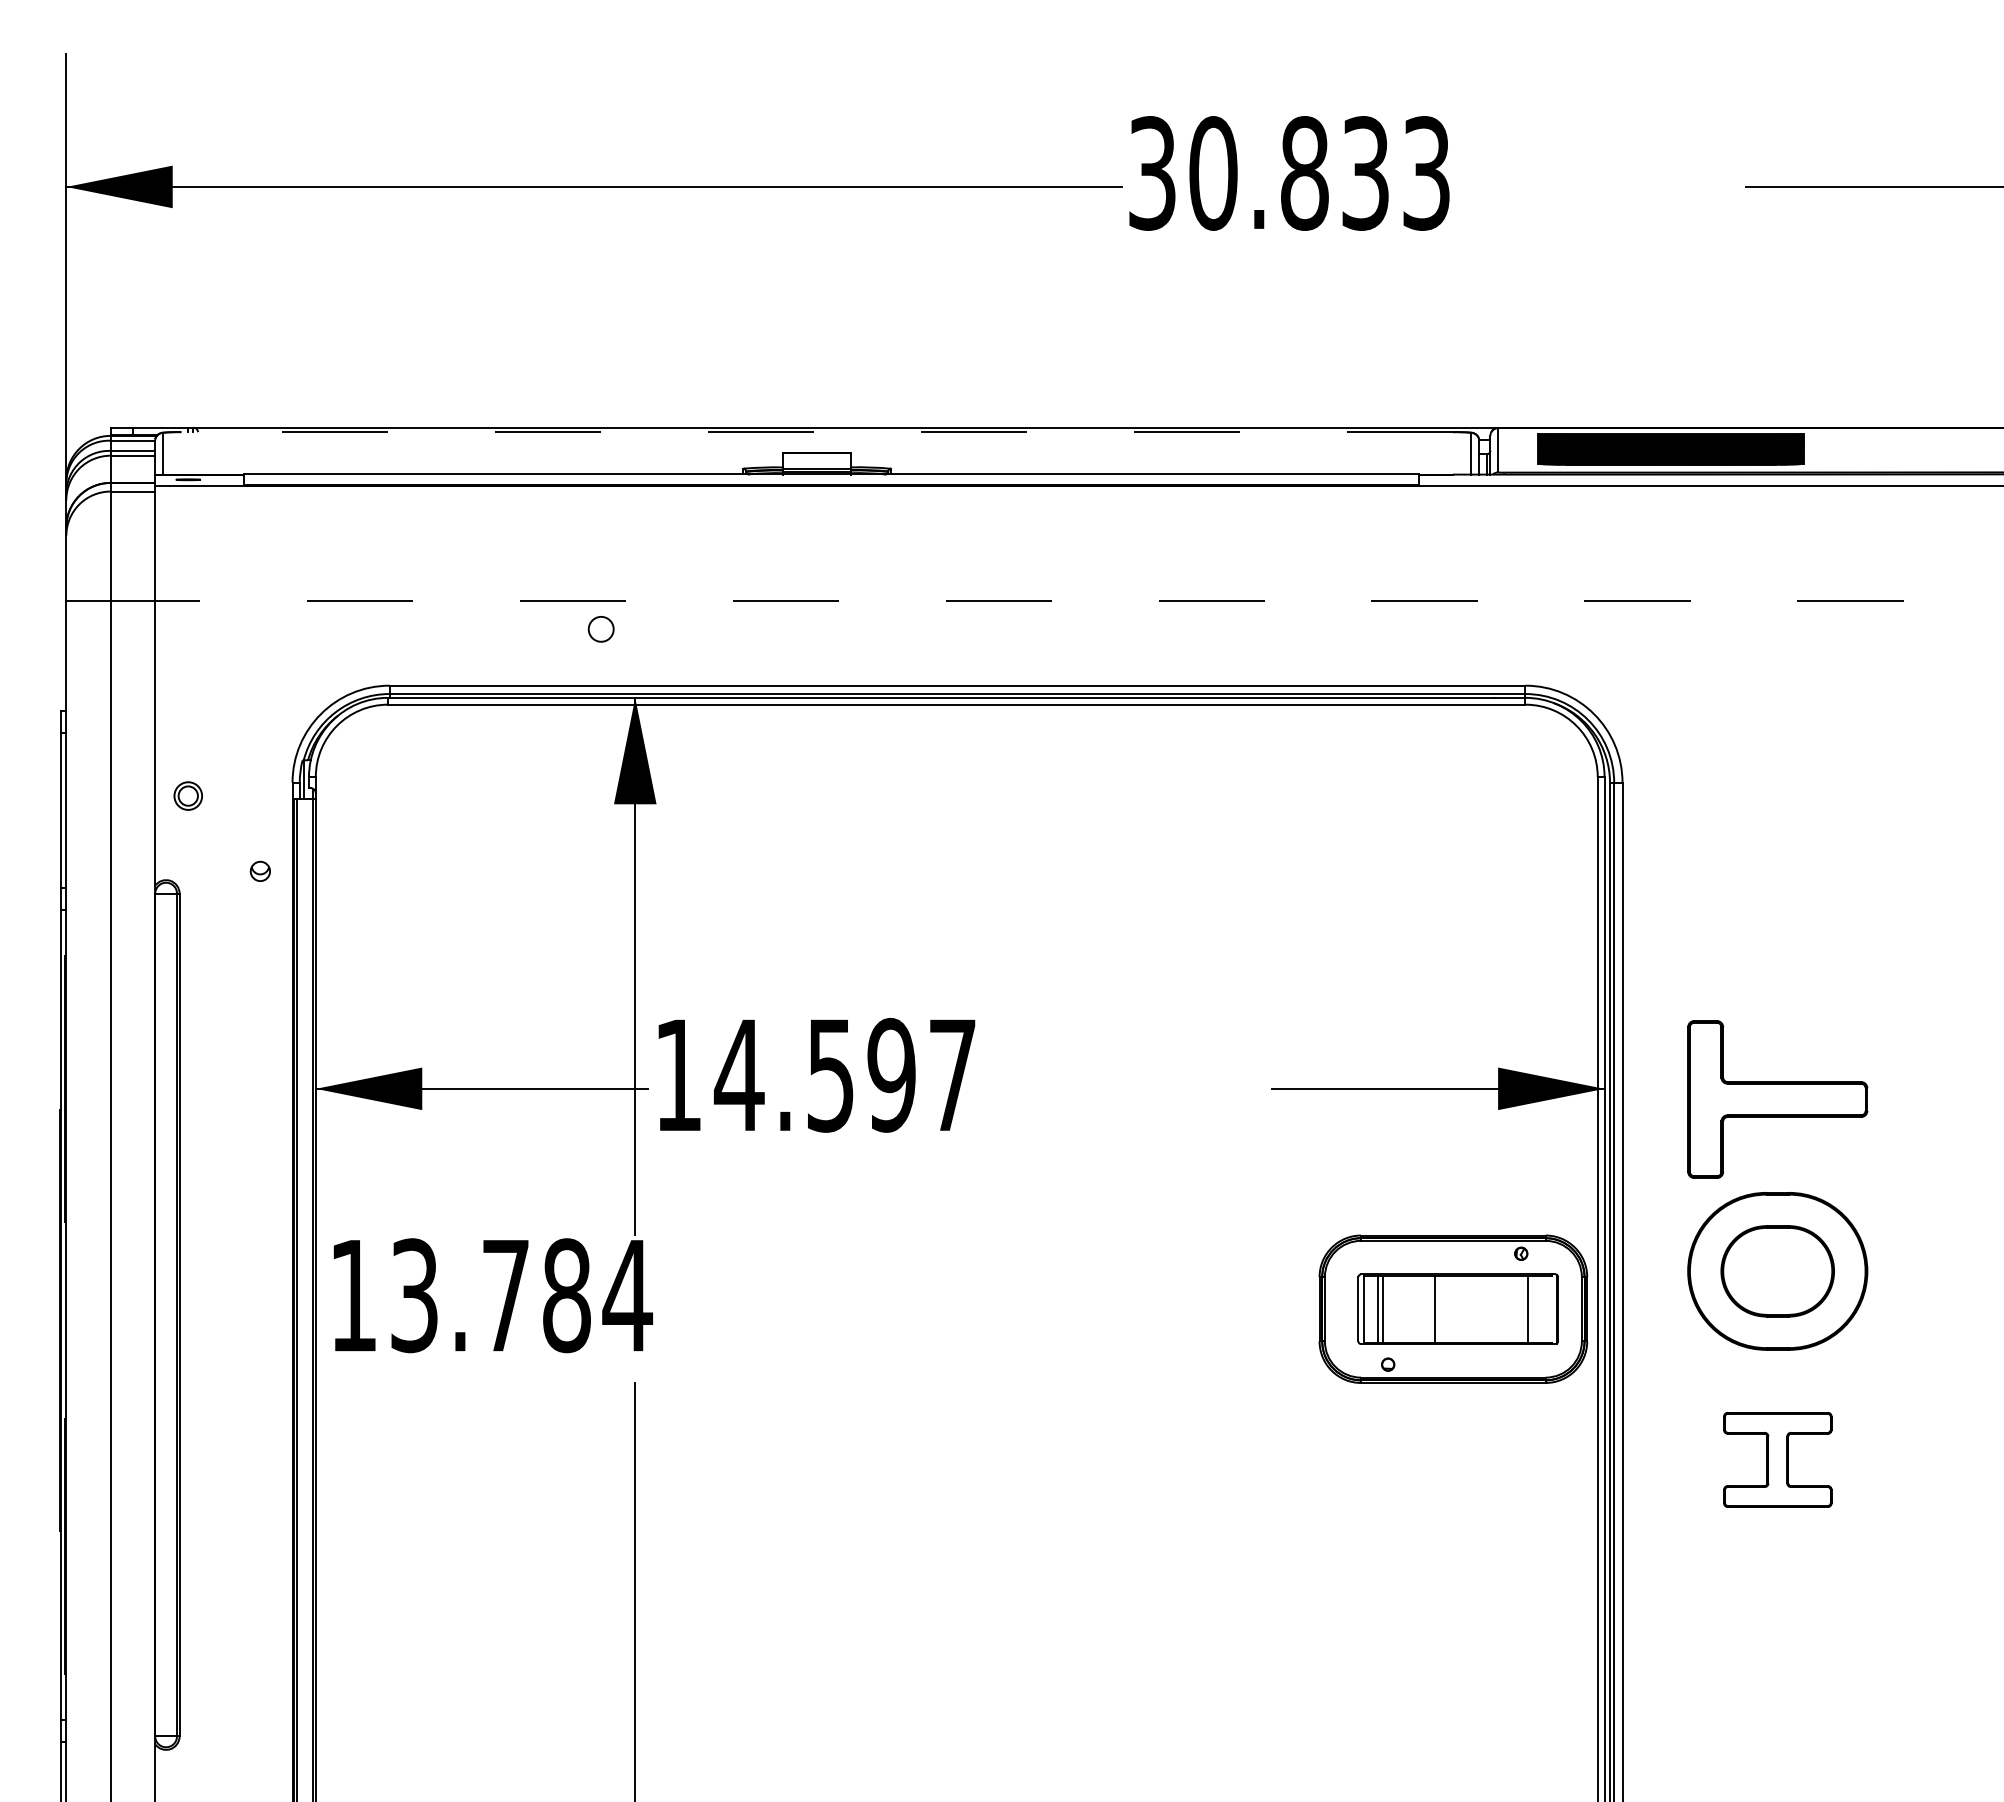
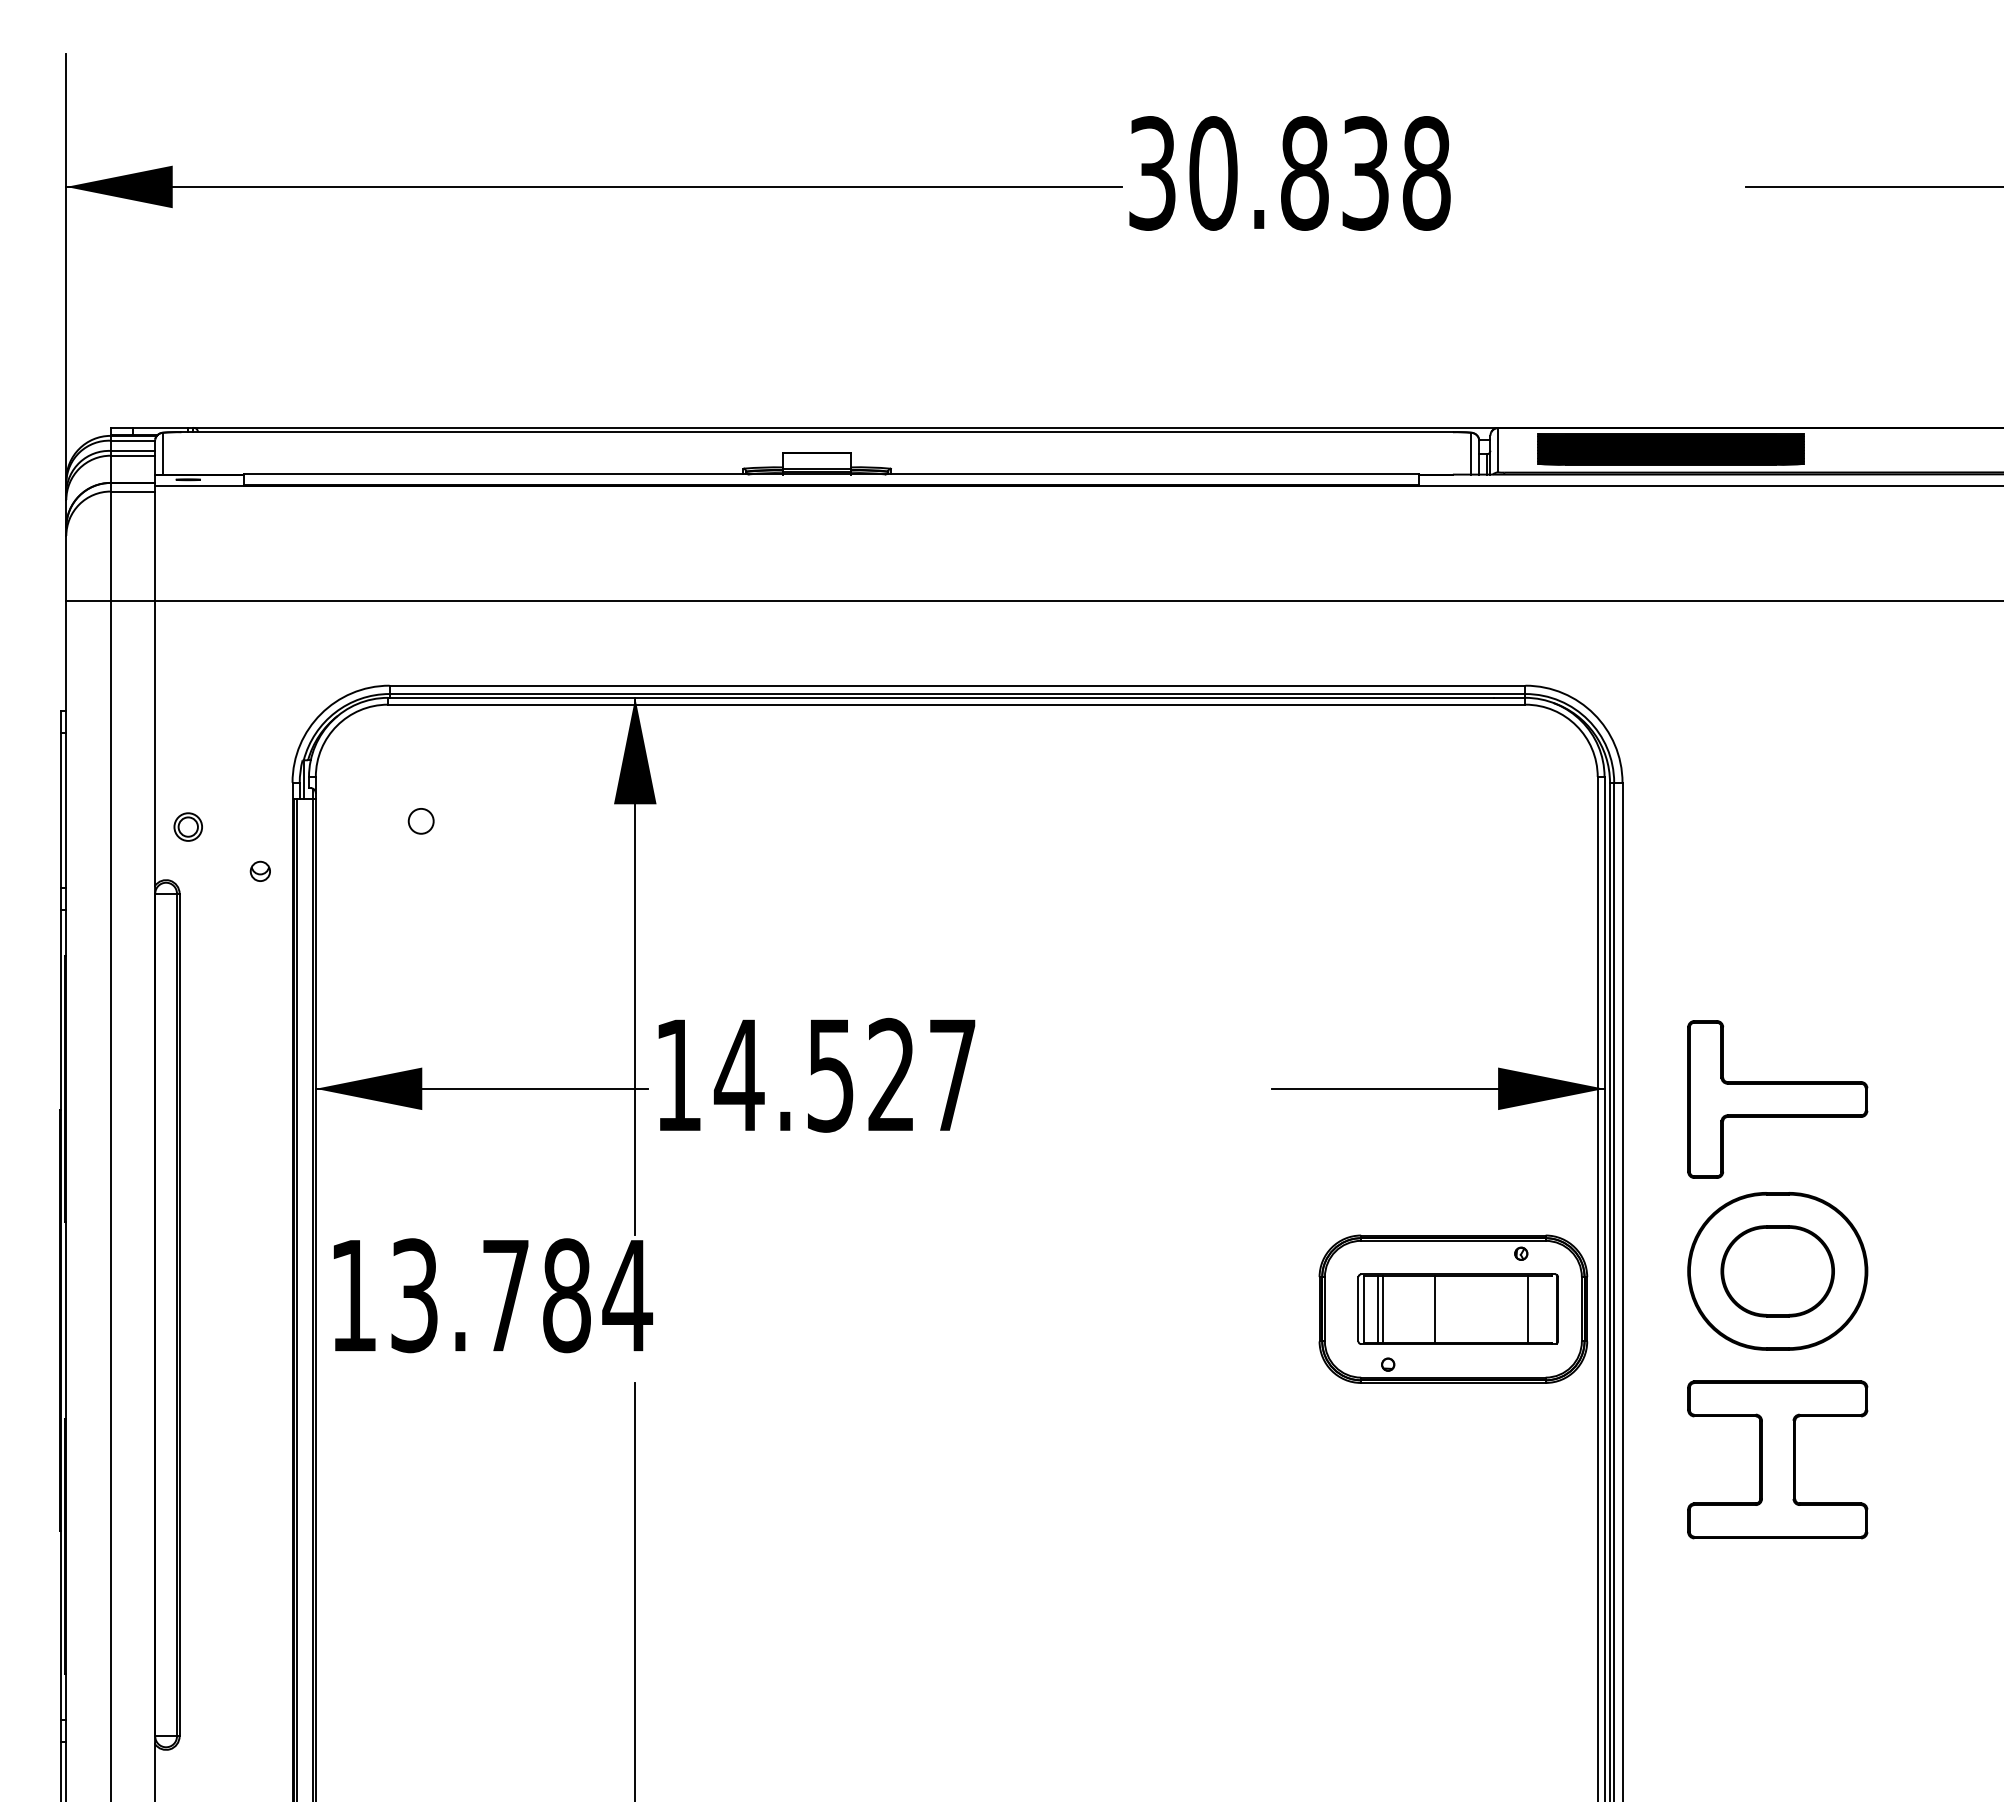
text at (1426, 173): 30.833 -> 30.838
line at (817, 432): dashed -> solid
line at (1078, 601): dashed -> solid
circle at (600, 629) position: (600, 629) -> (420, 821)
part at (187, 795) position: (187, 795) -> (187, 826)
text at (891, 1074): 14.597 -> 14.527
part at (1777, 1459) size: 110x96 px -> 182x160 px
